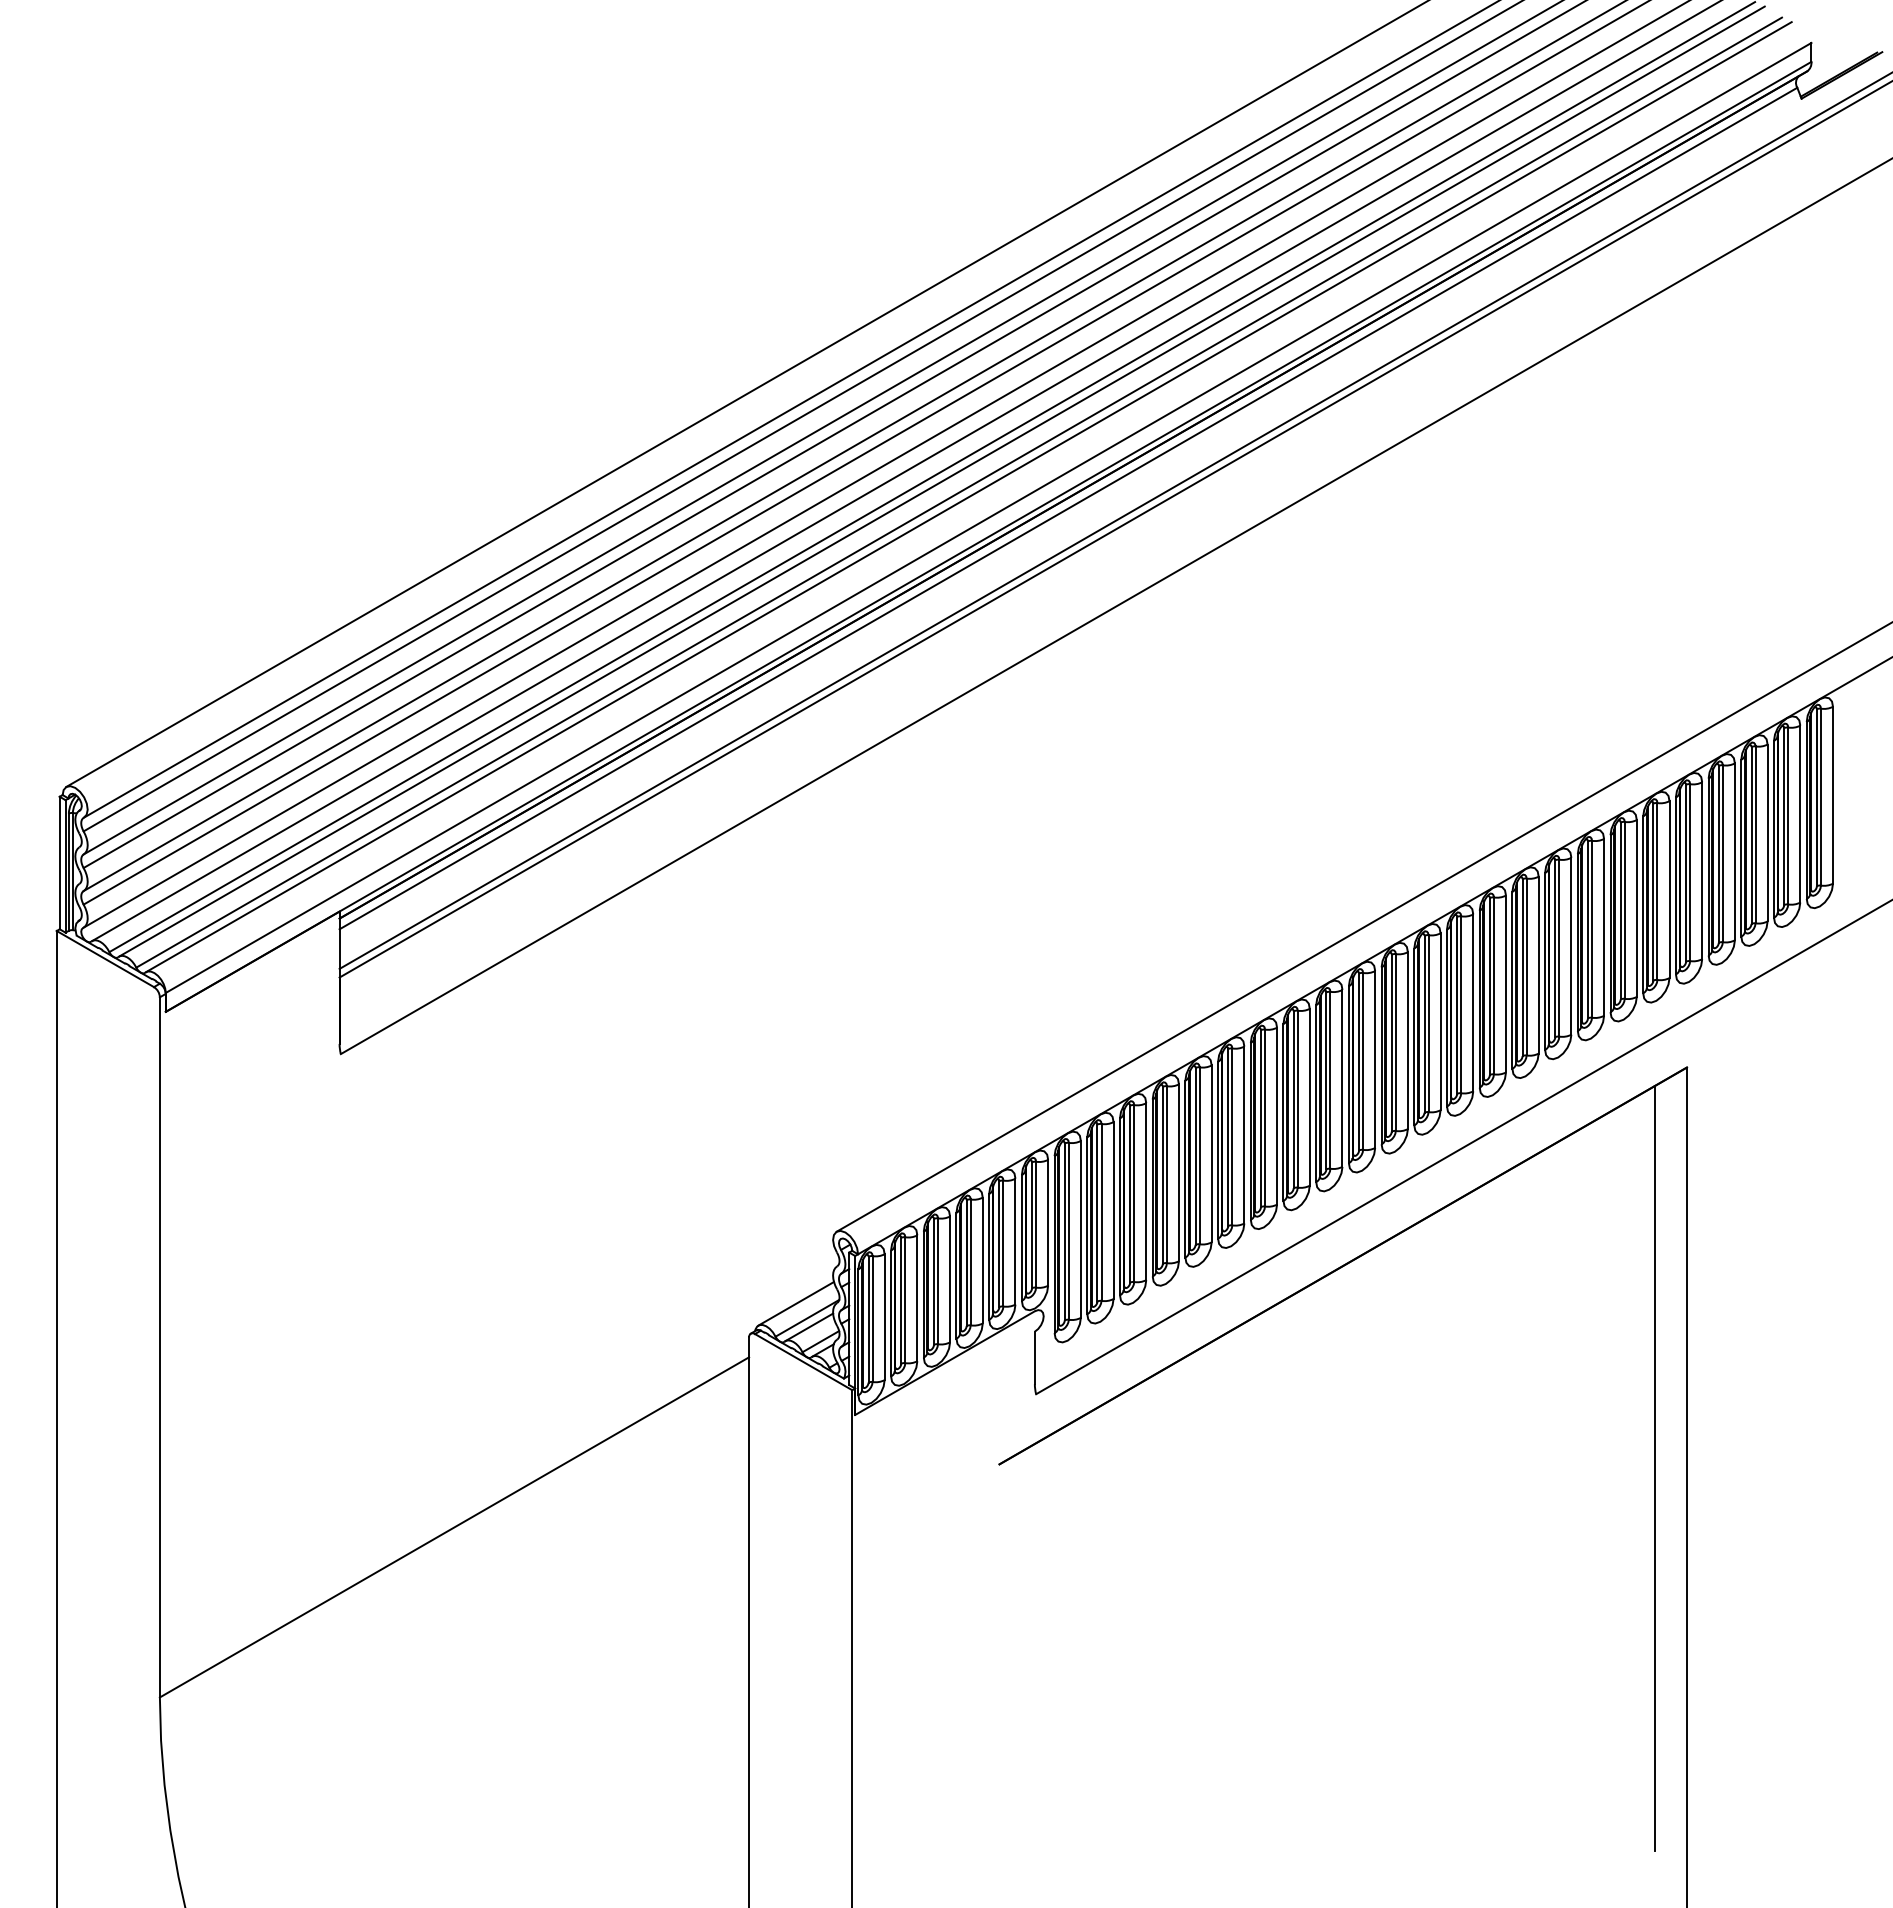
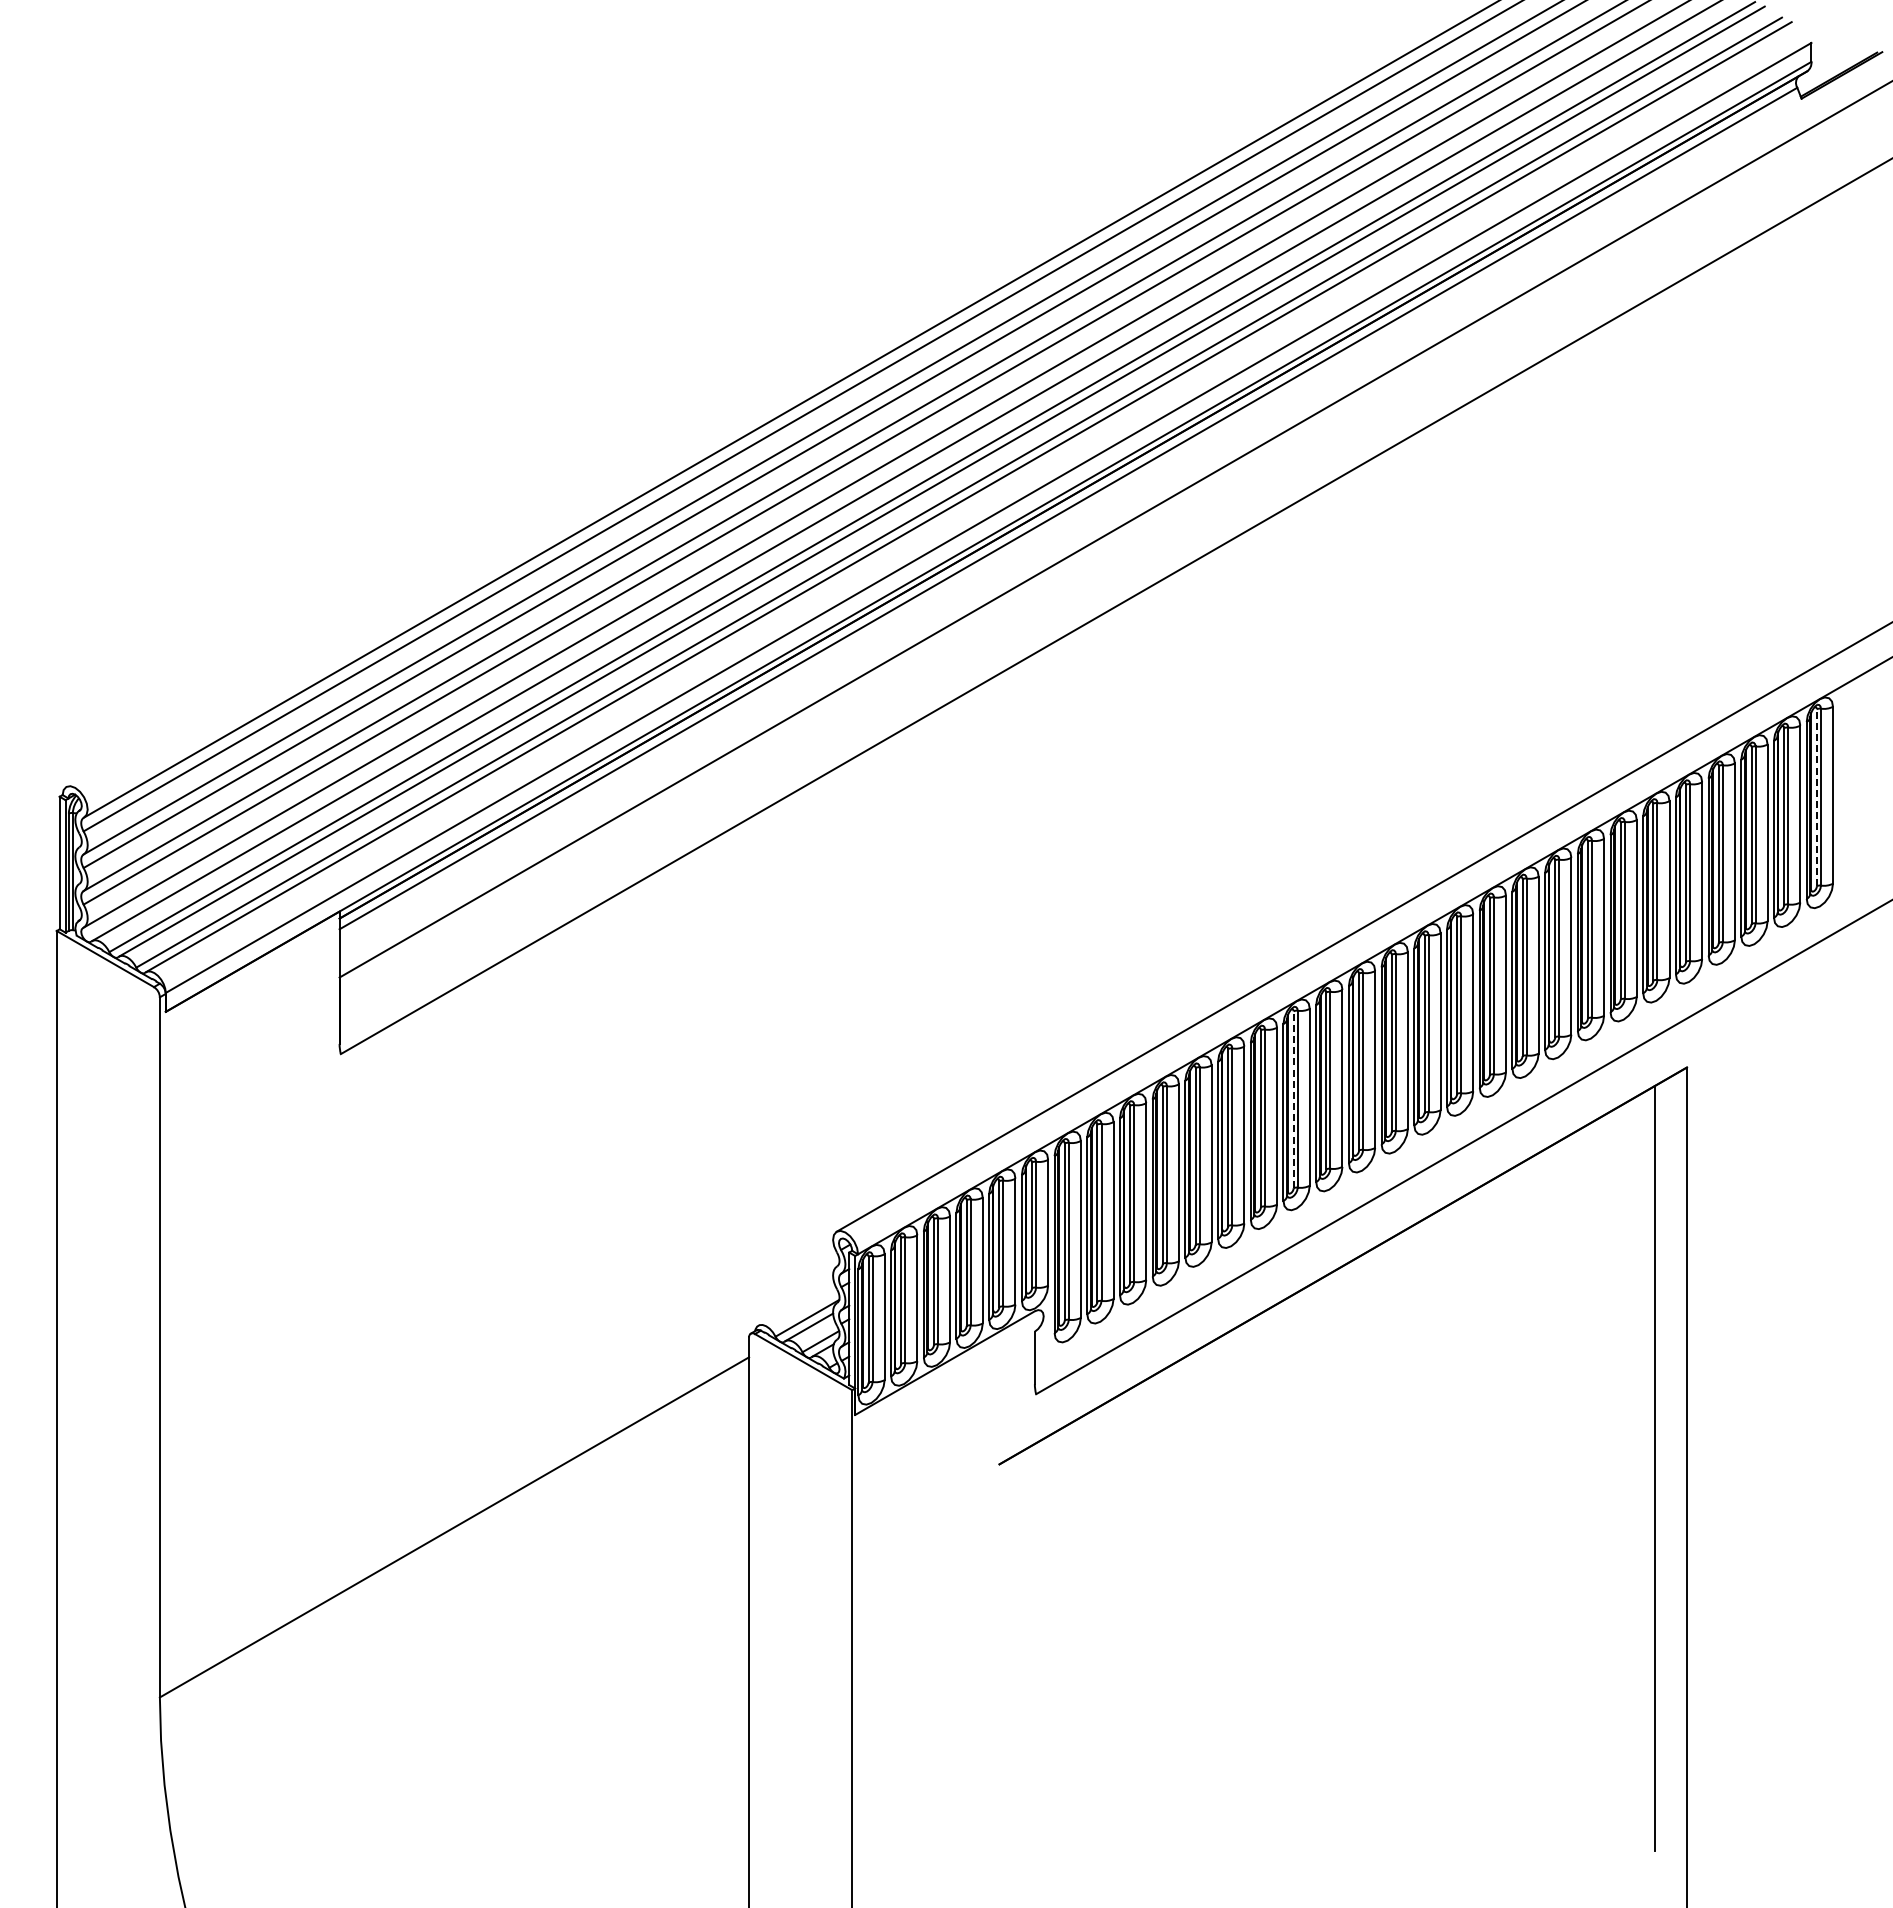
line at (745, 394): present -> none
line at (1114, 520): present -> none
line at (1816, 797): solid -> dashed
line at (1293, 1099): solid -> dashed
line at (796, 1303): present -> none
